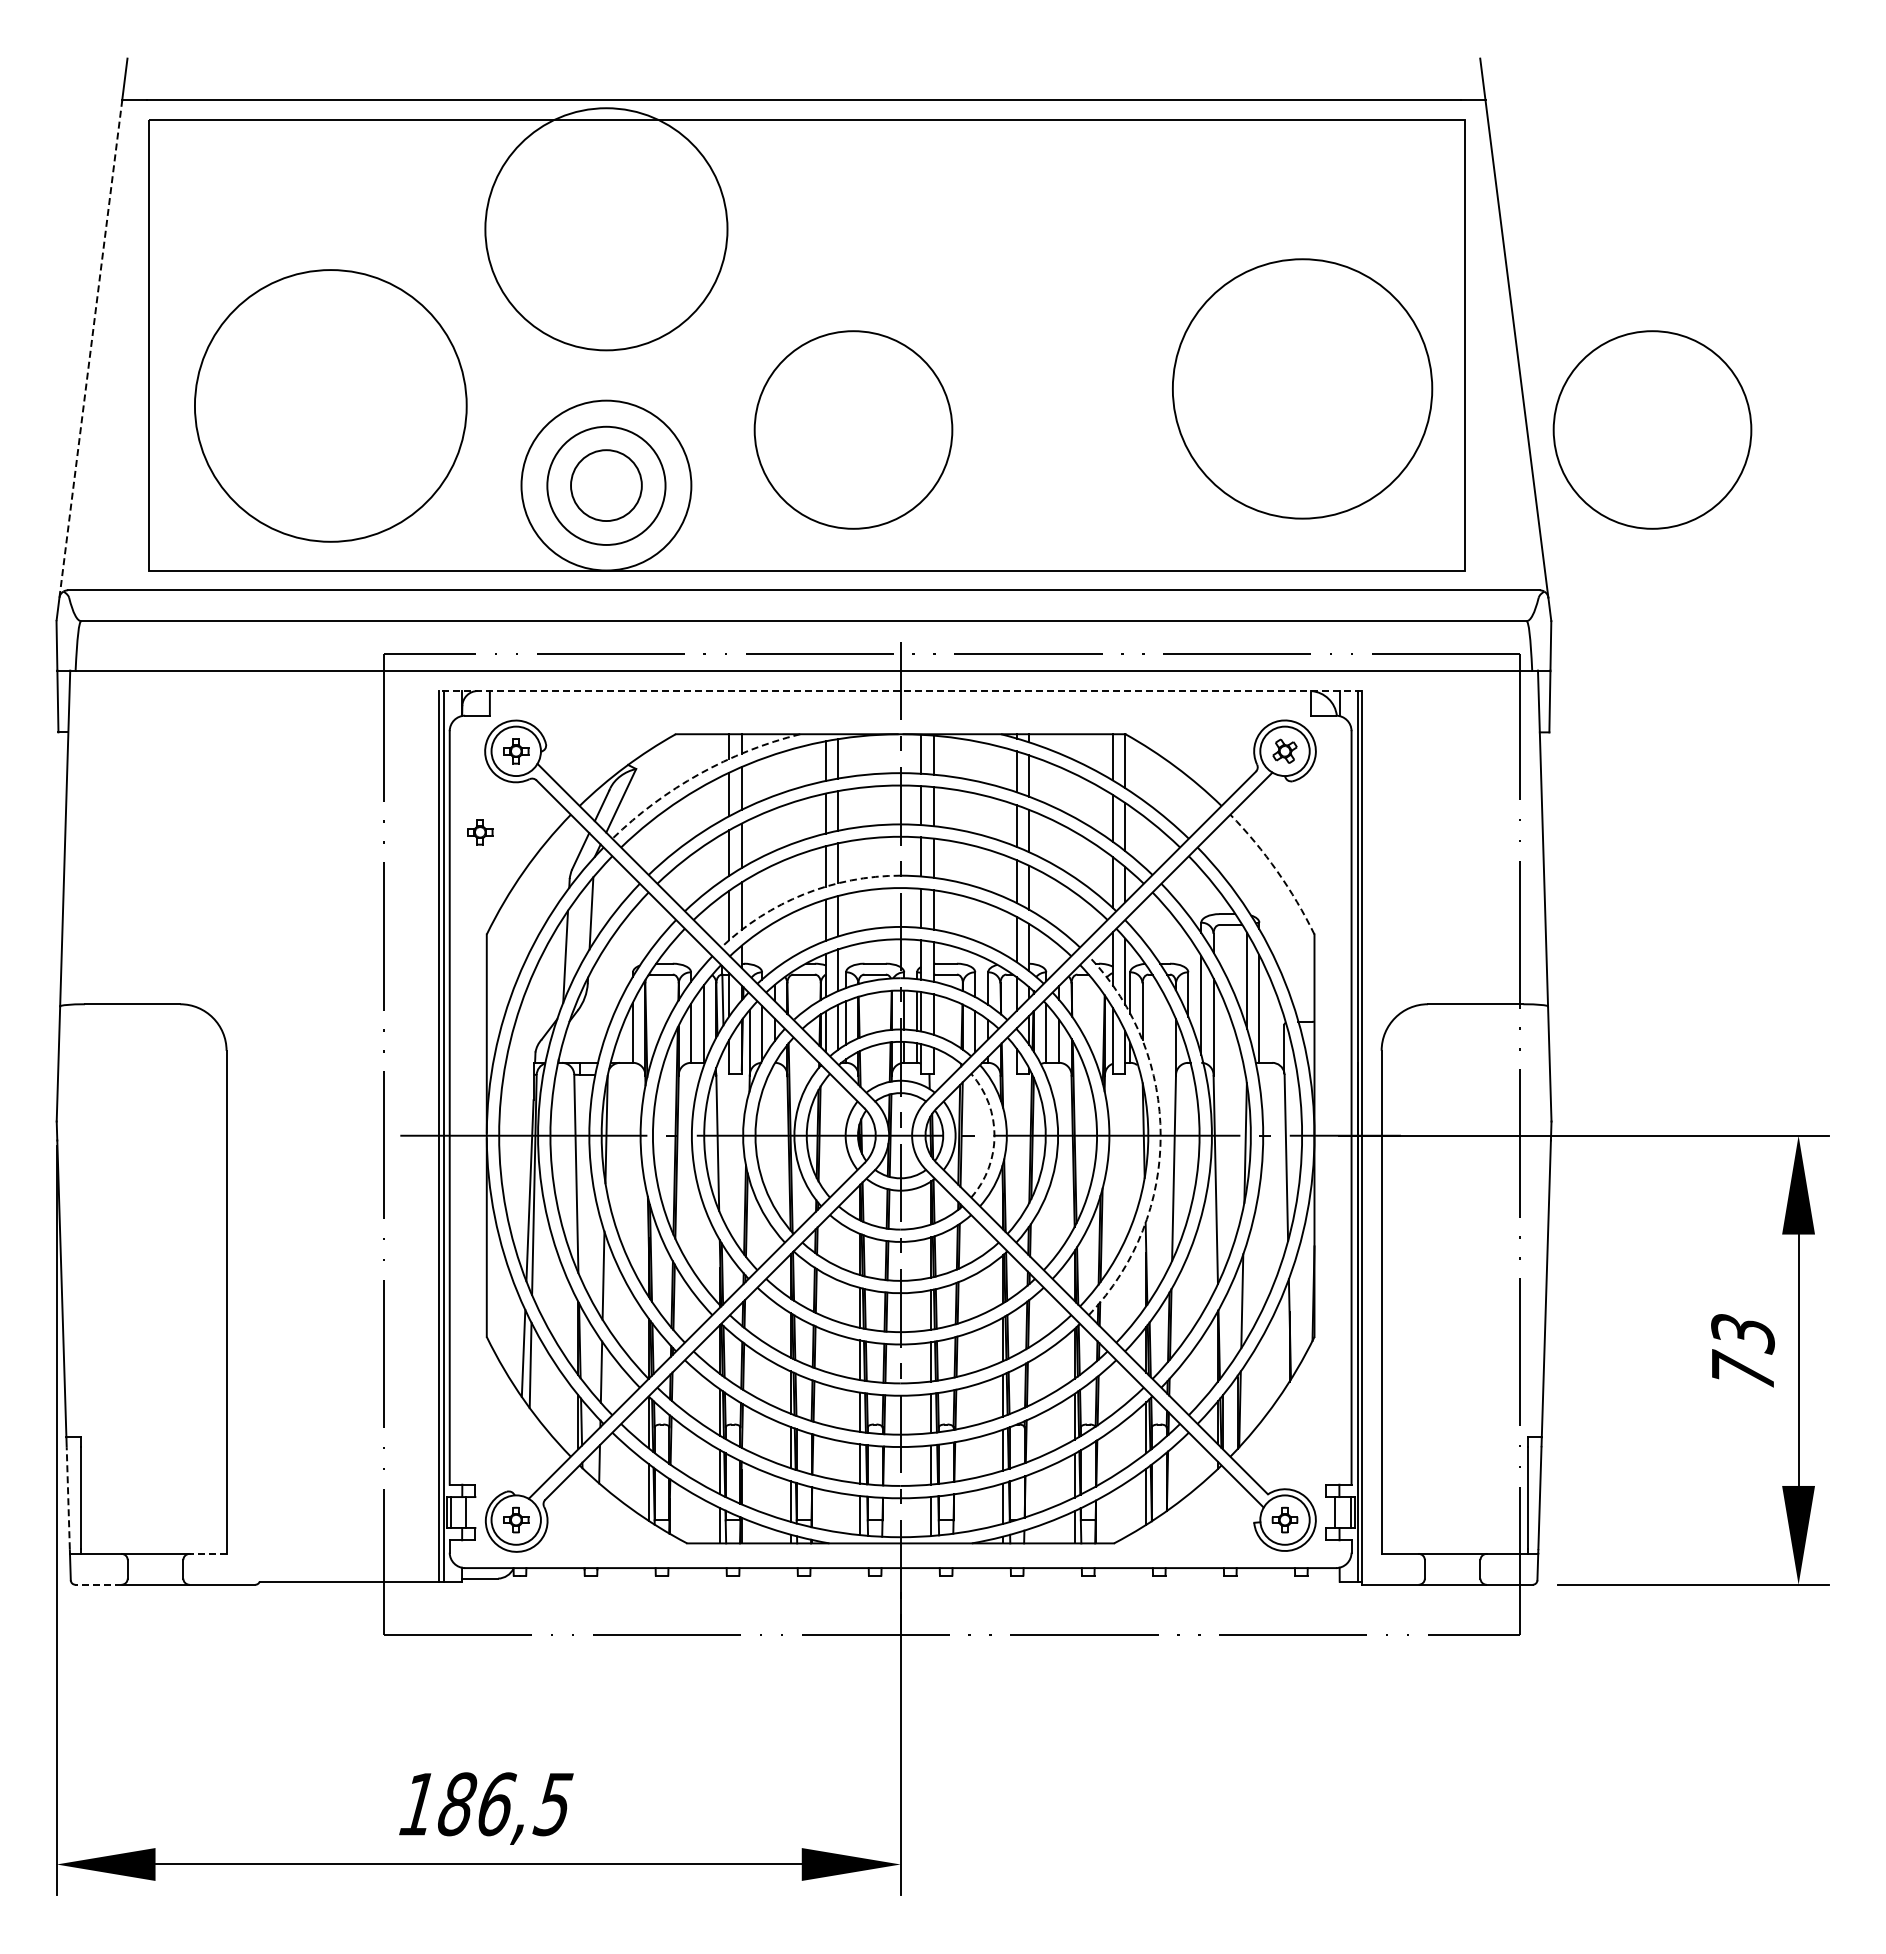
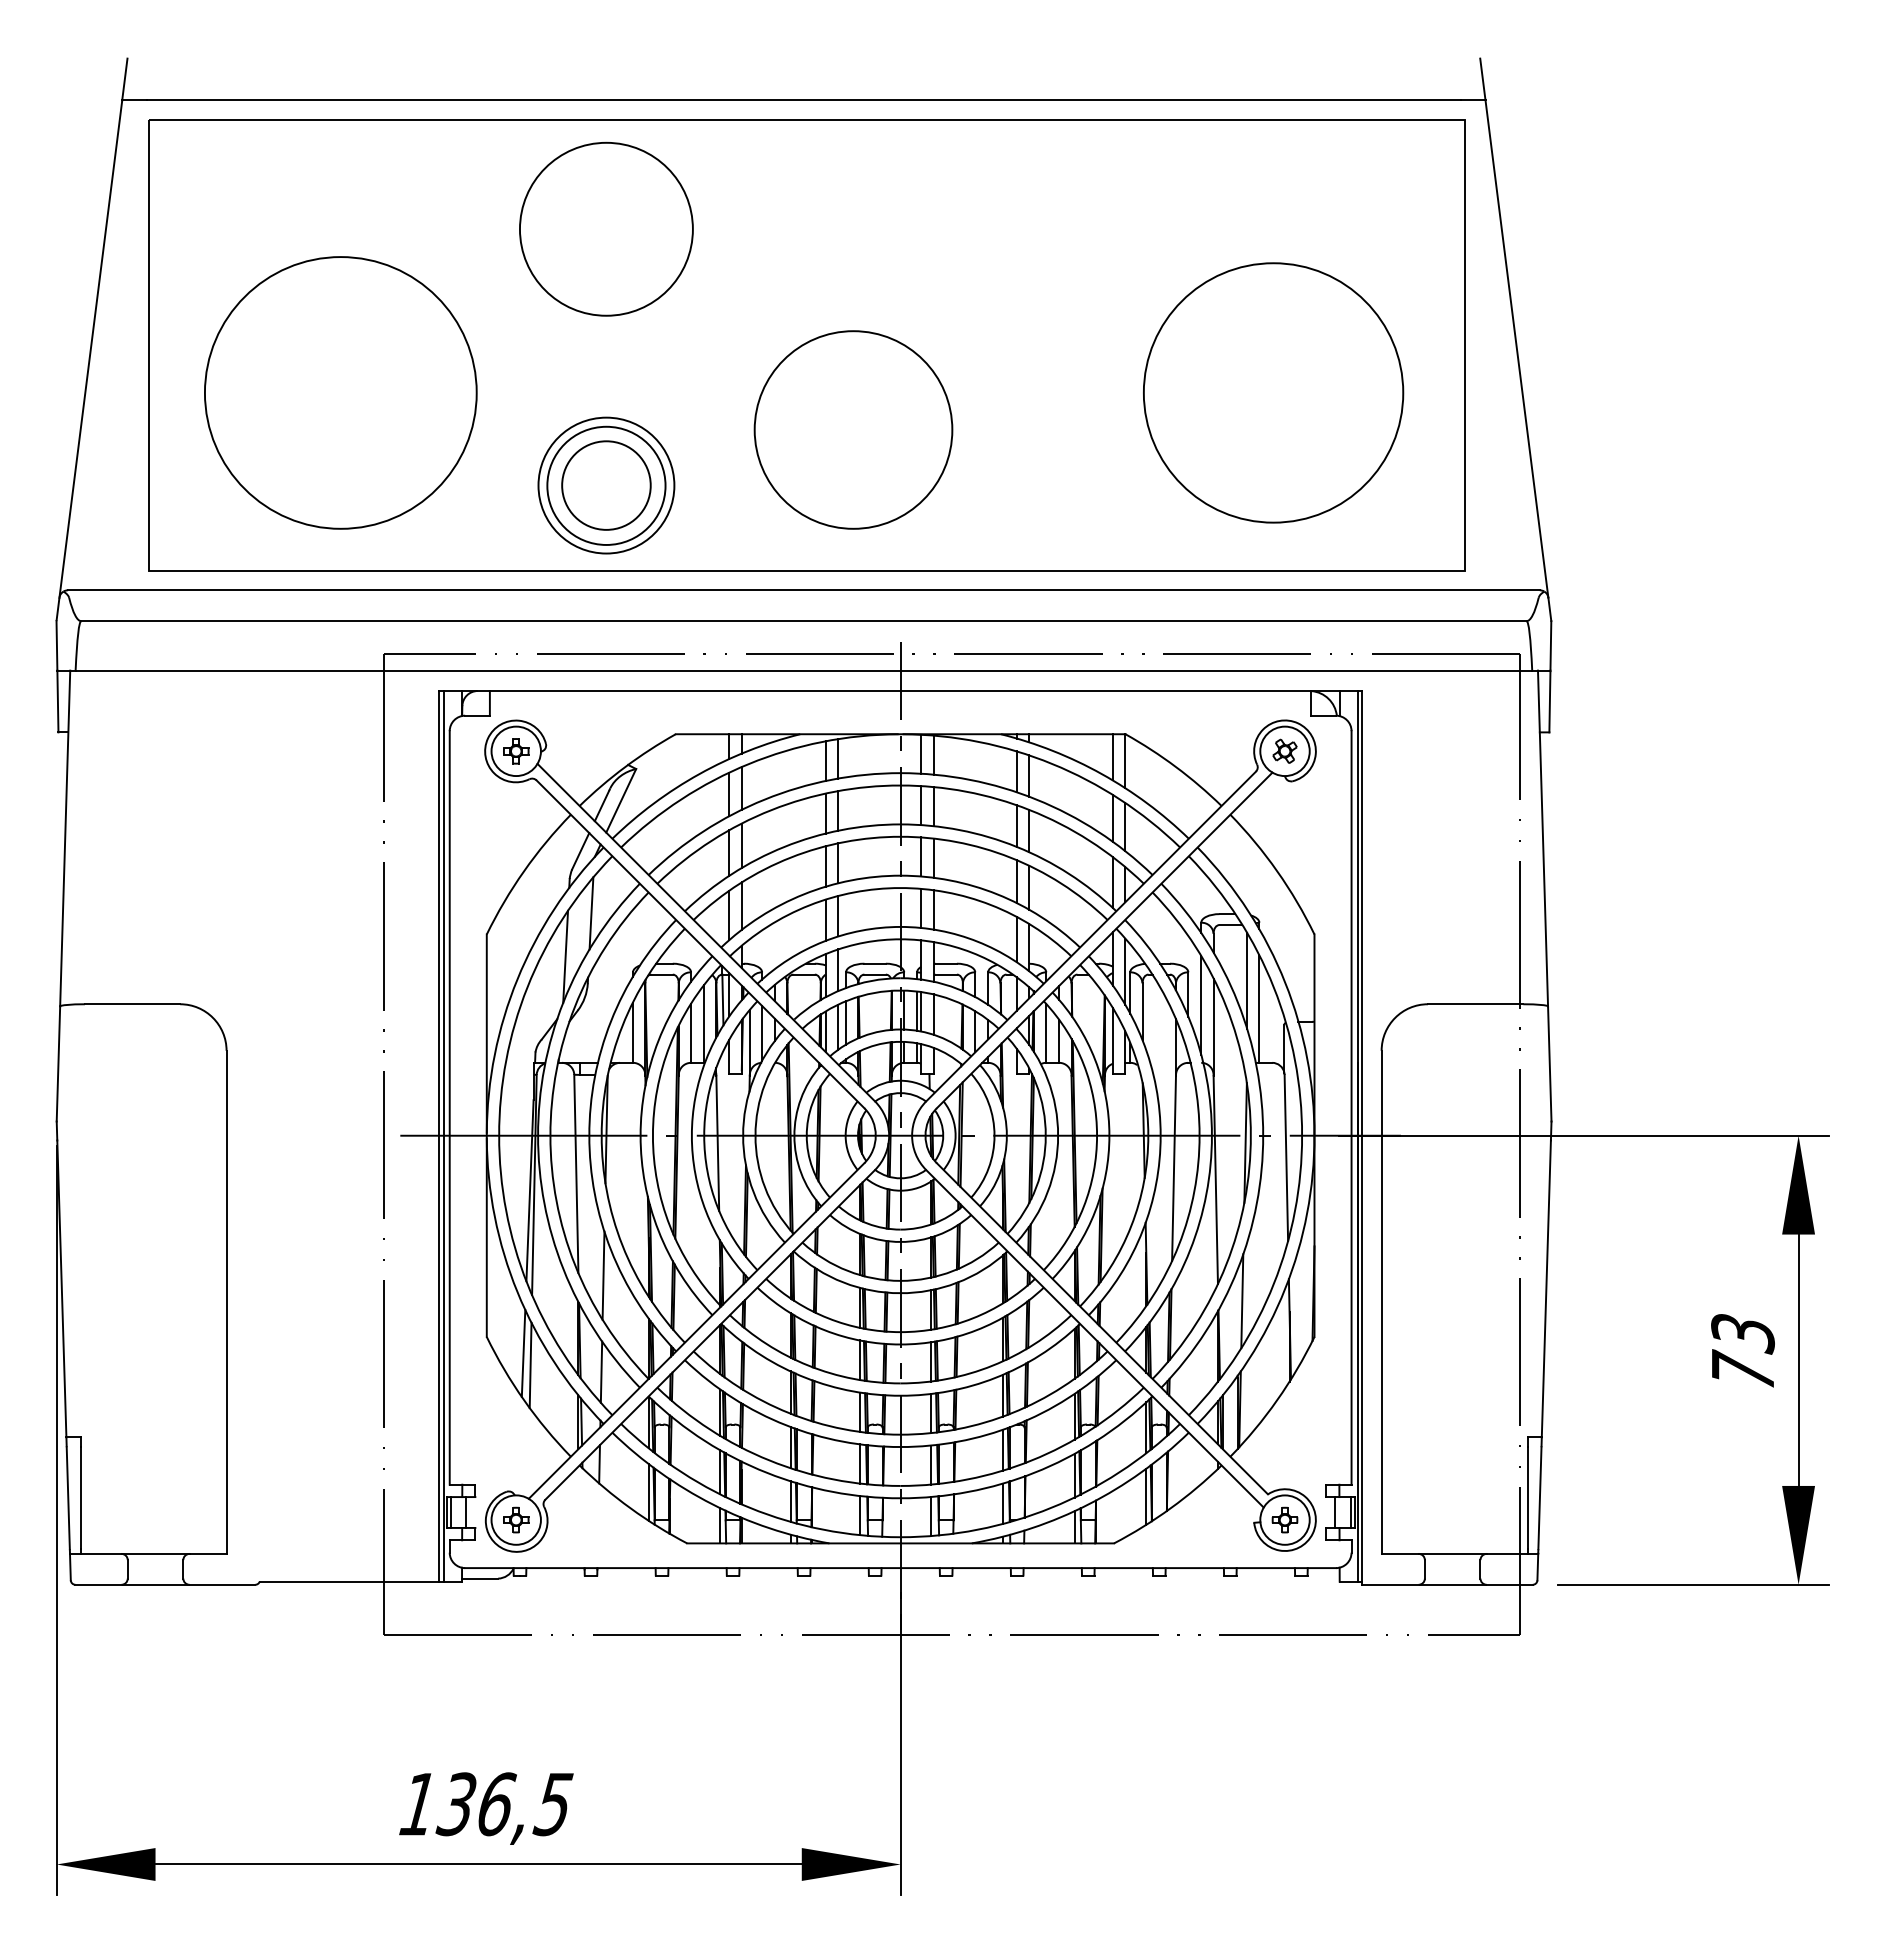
circle at (606, 229) diameter: 242 px -> 173 px
line at (90, 349): dashed -> solid
circle at (1302, 388) position: (1302, 388) -> (1273, 392)
circle at (330, 405) position: (330, 405) -> (340, 392)
circle at (1652, 429): present -> none
circle at (606, 485) diameter: 170 px -> 136 px
circle at (606, 485) diameter: 71 px -> 89 px
line at (900, 691): dashed -> solid
arc at (699, 774): dashed -> solid
part at (480, 832): present -> none
arc at (1277, 871): dashed -> solid
arc at (803, 894): dashed -> solid
arc at (994, 1135): dashed -> solid
arc at (1160, 1135): dashed -> solid
line at (68, 1497): dashed -> solid
line at (208, 1553): dashed -> solid
line at (98, 1584): dashed -> solid
text at (456, 1804): 186,5 -> 136,5
